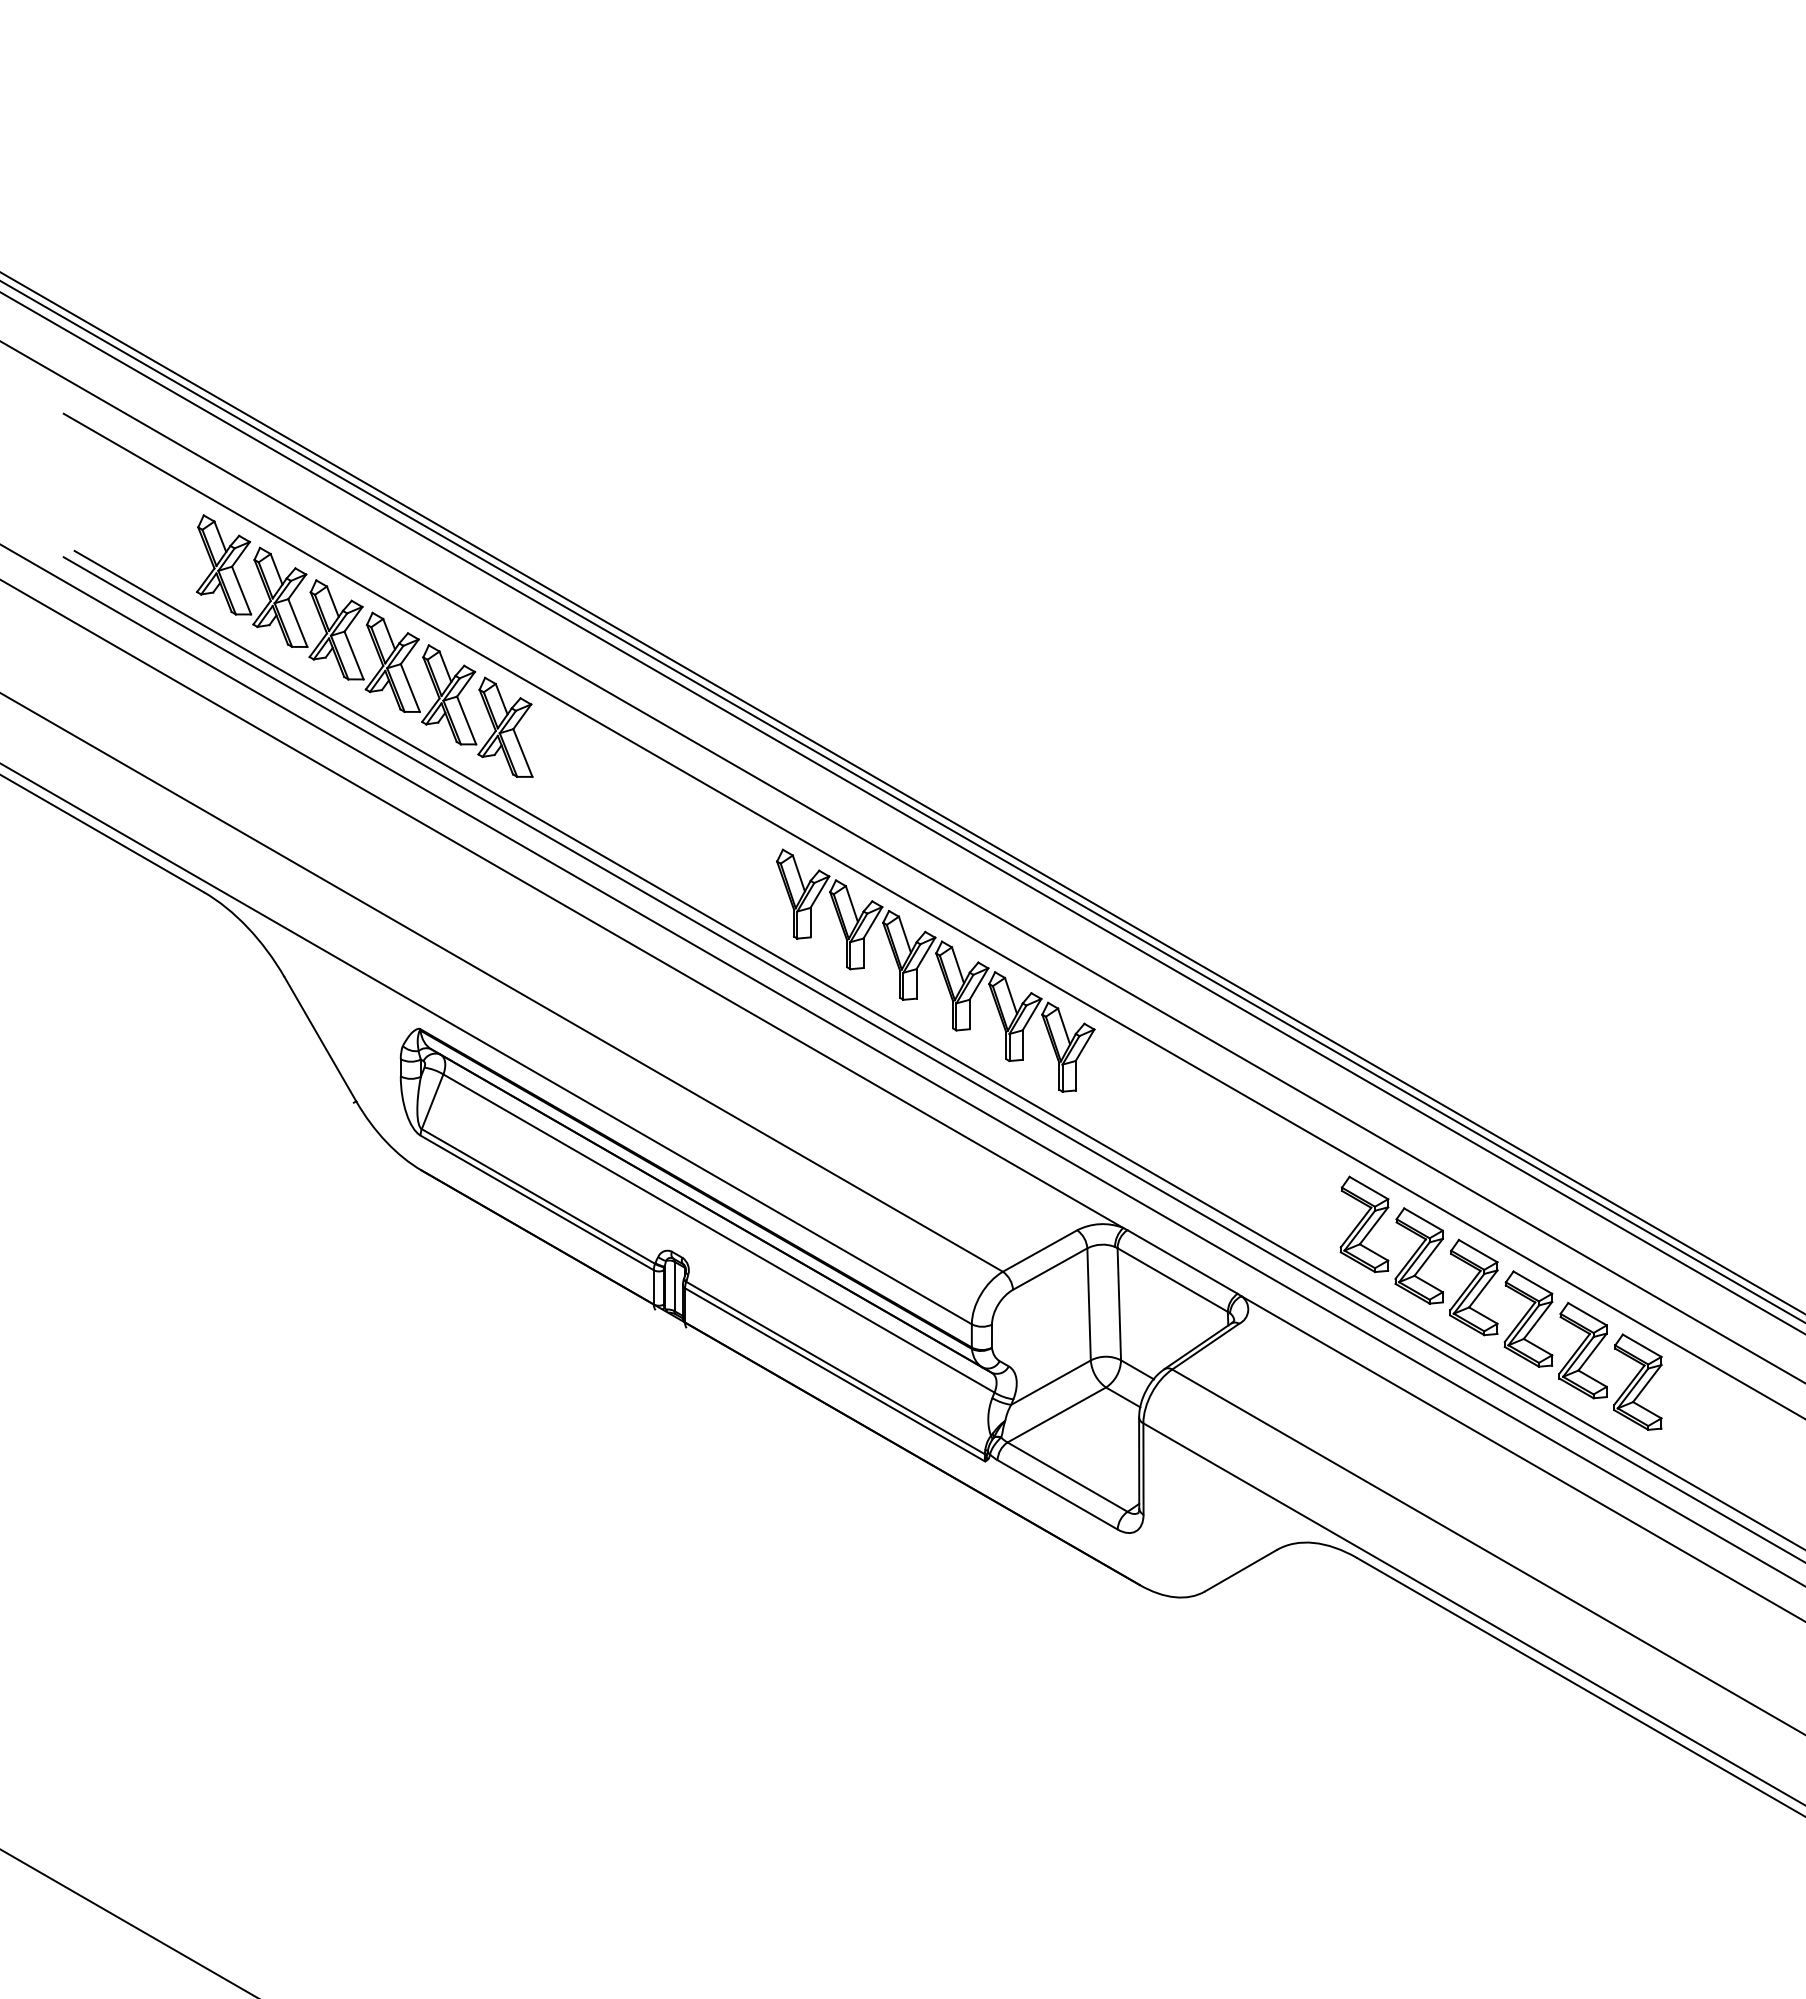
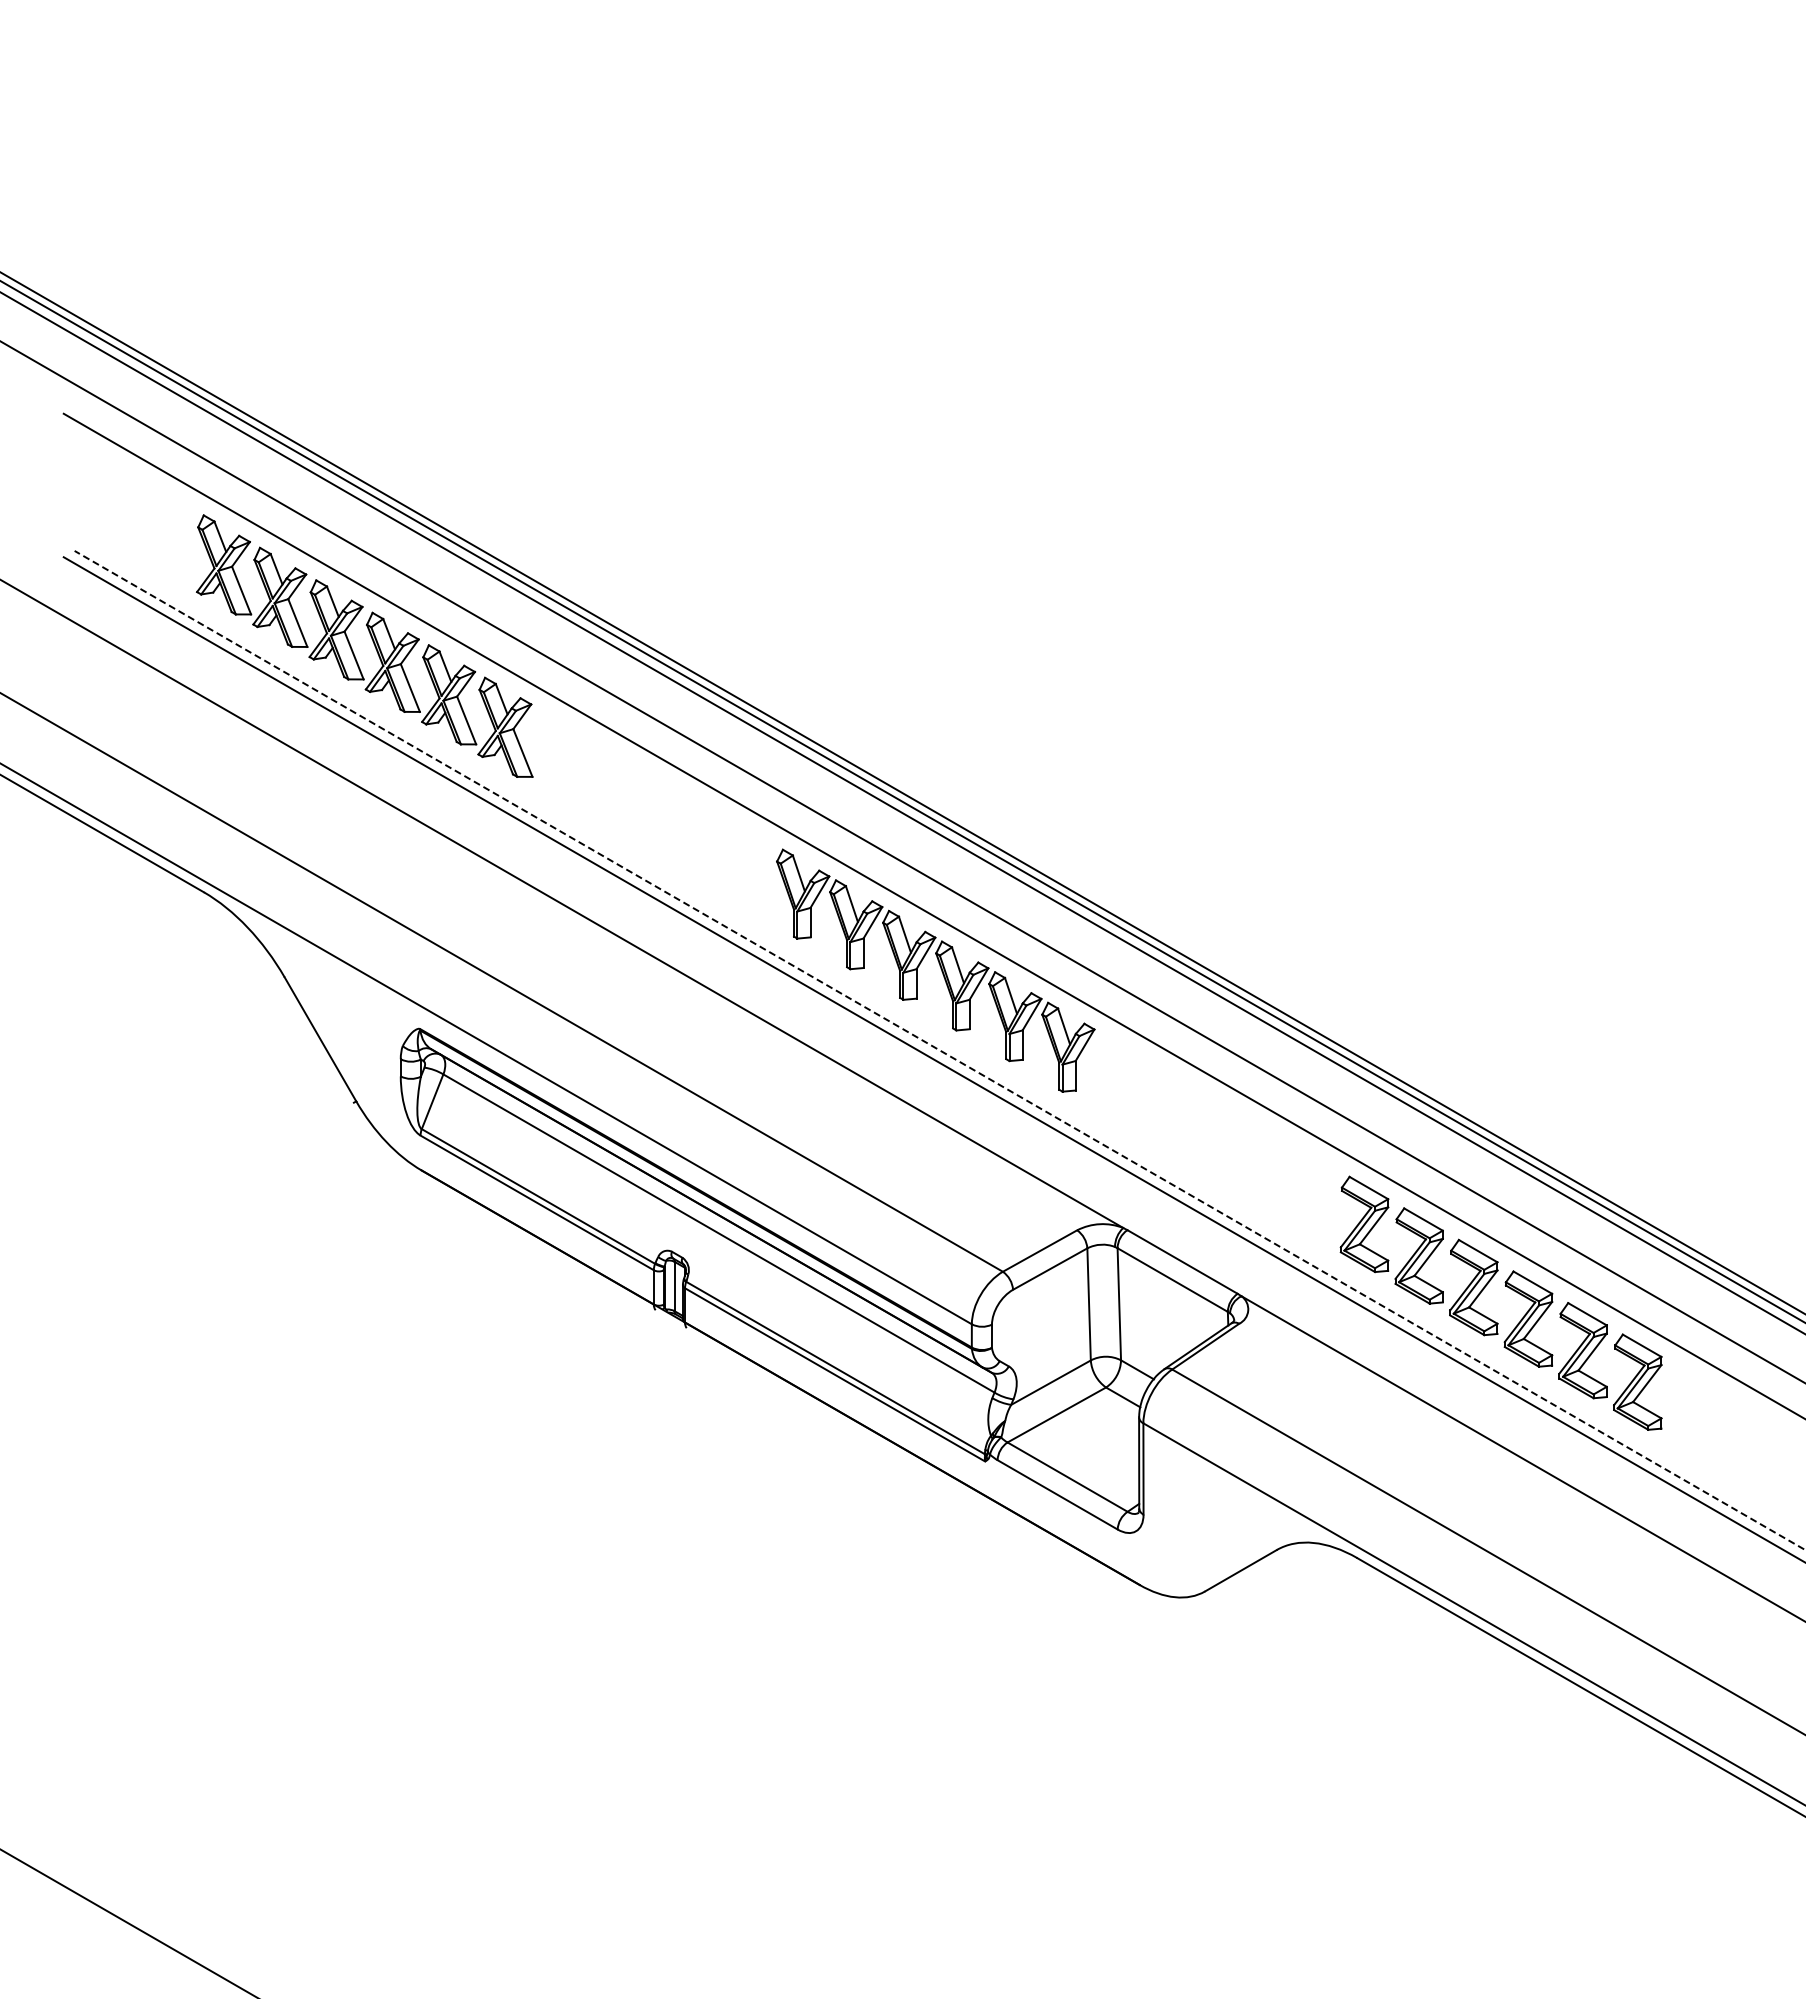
line at (939, 1050): solid -> dashed
line at (902, 1065): present -> none
